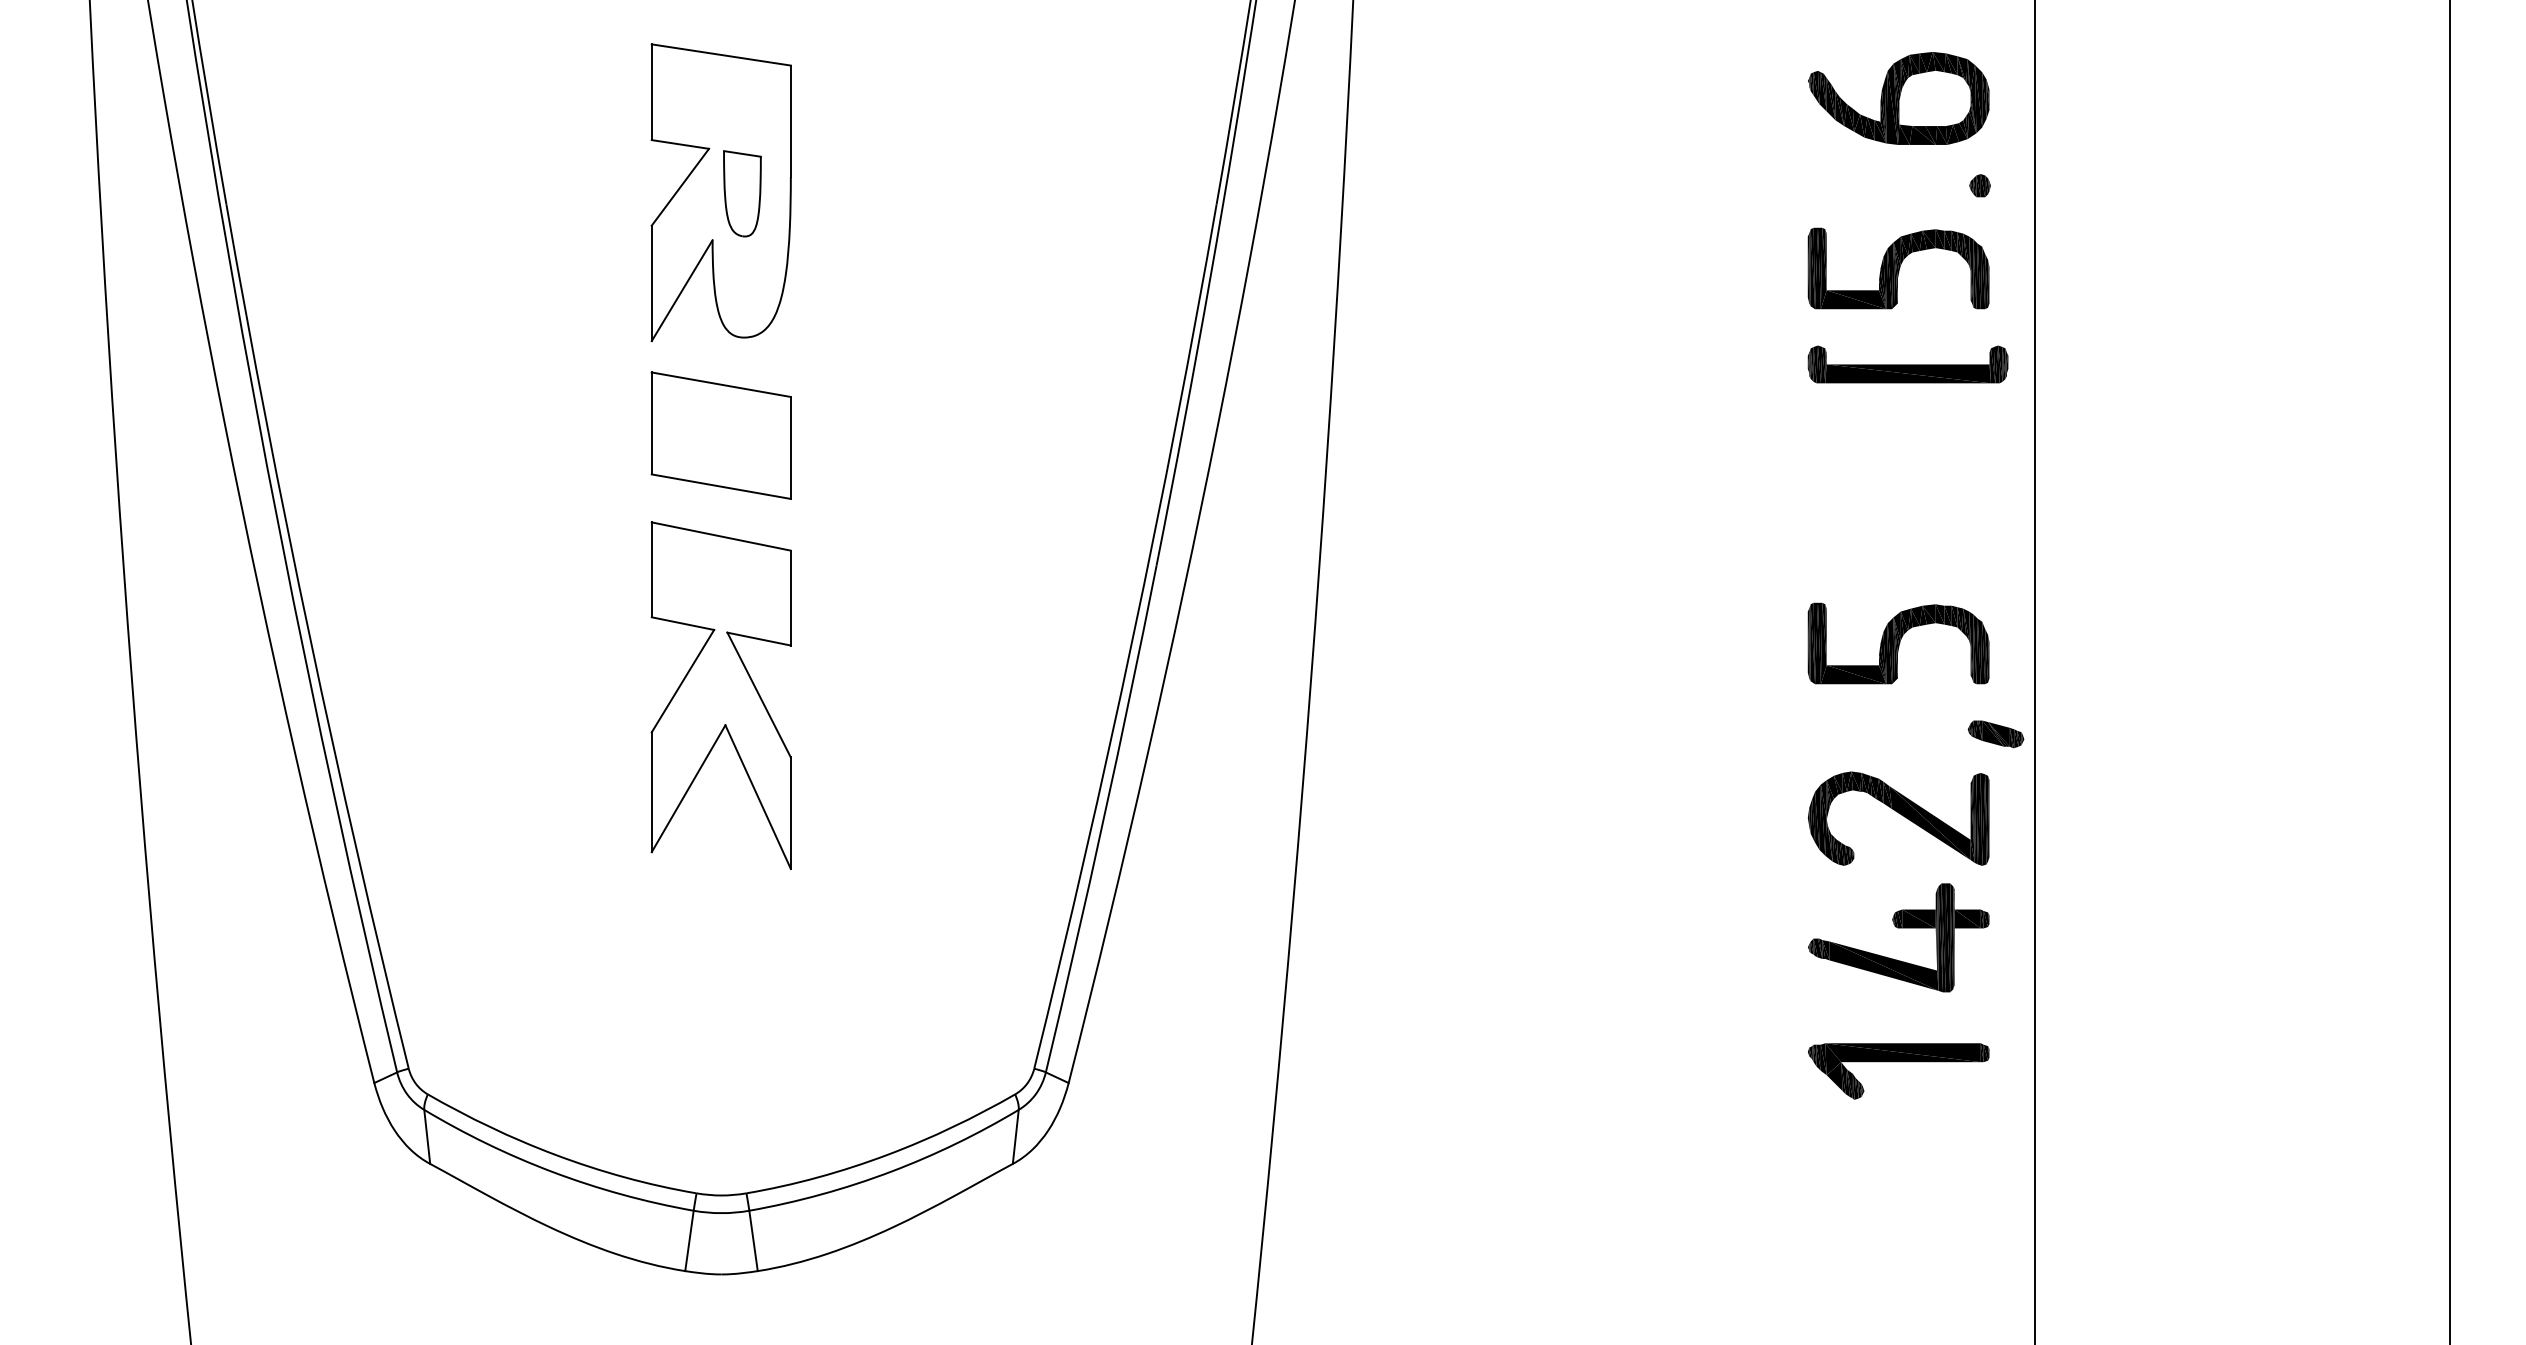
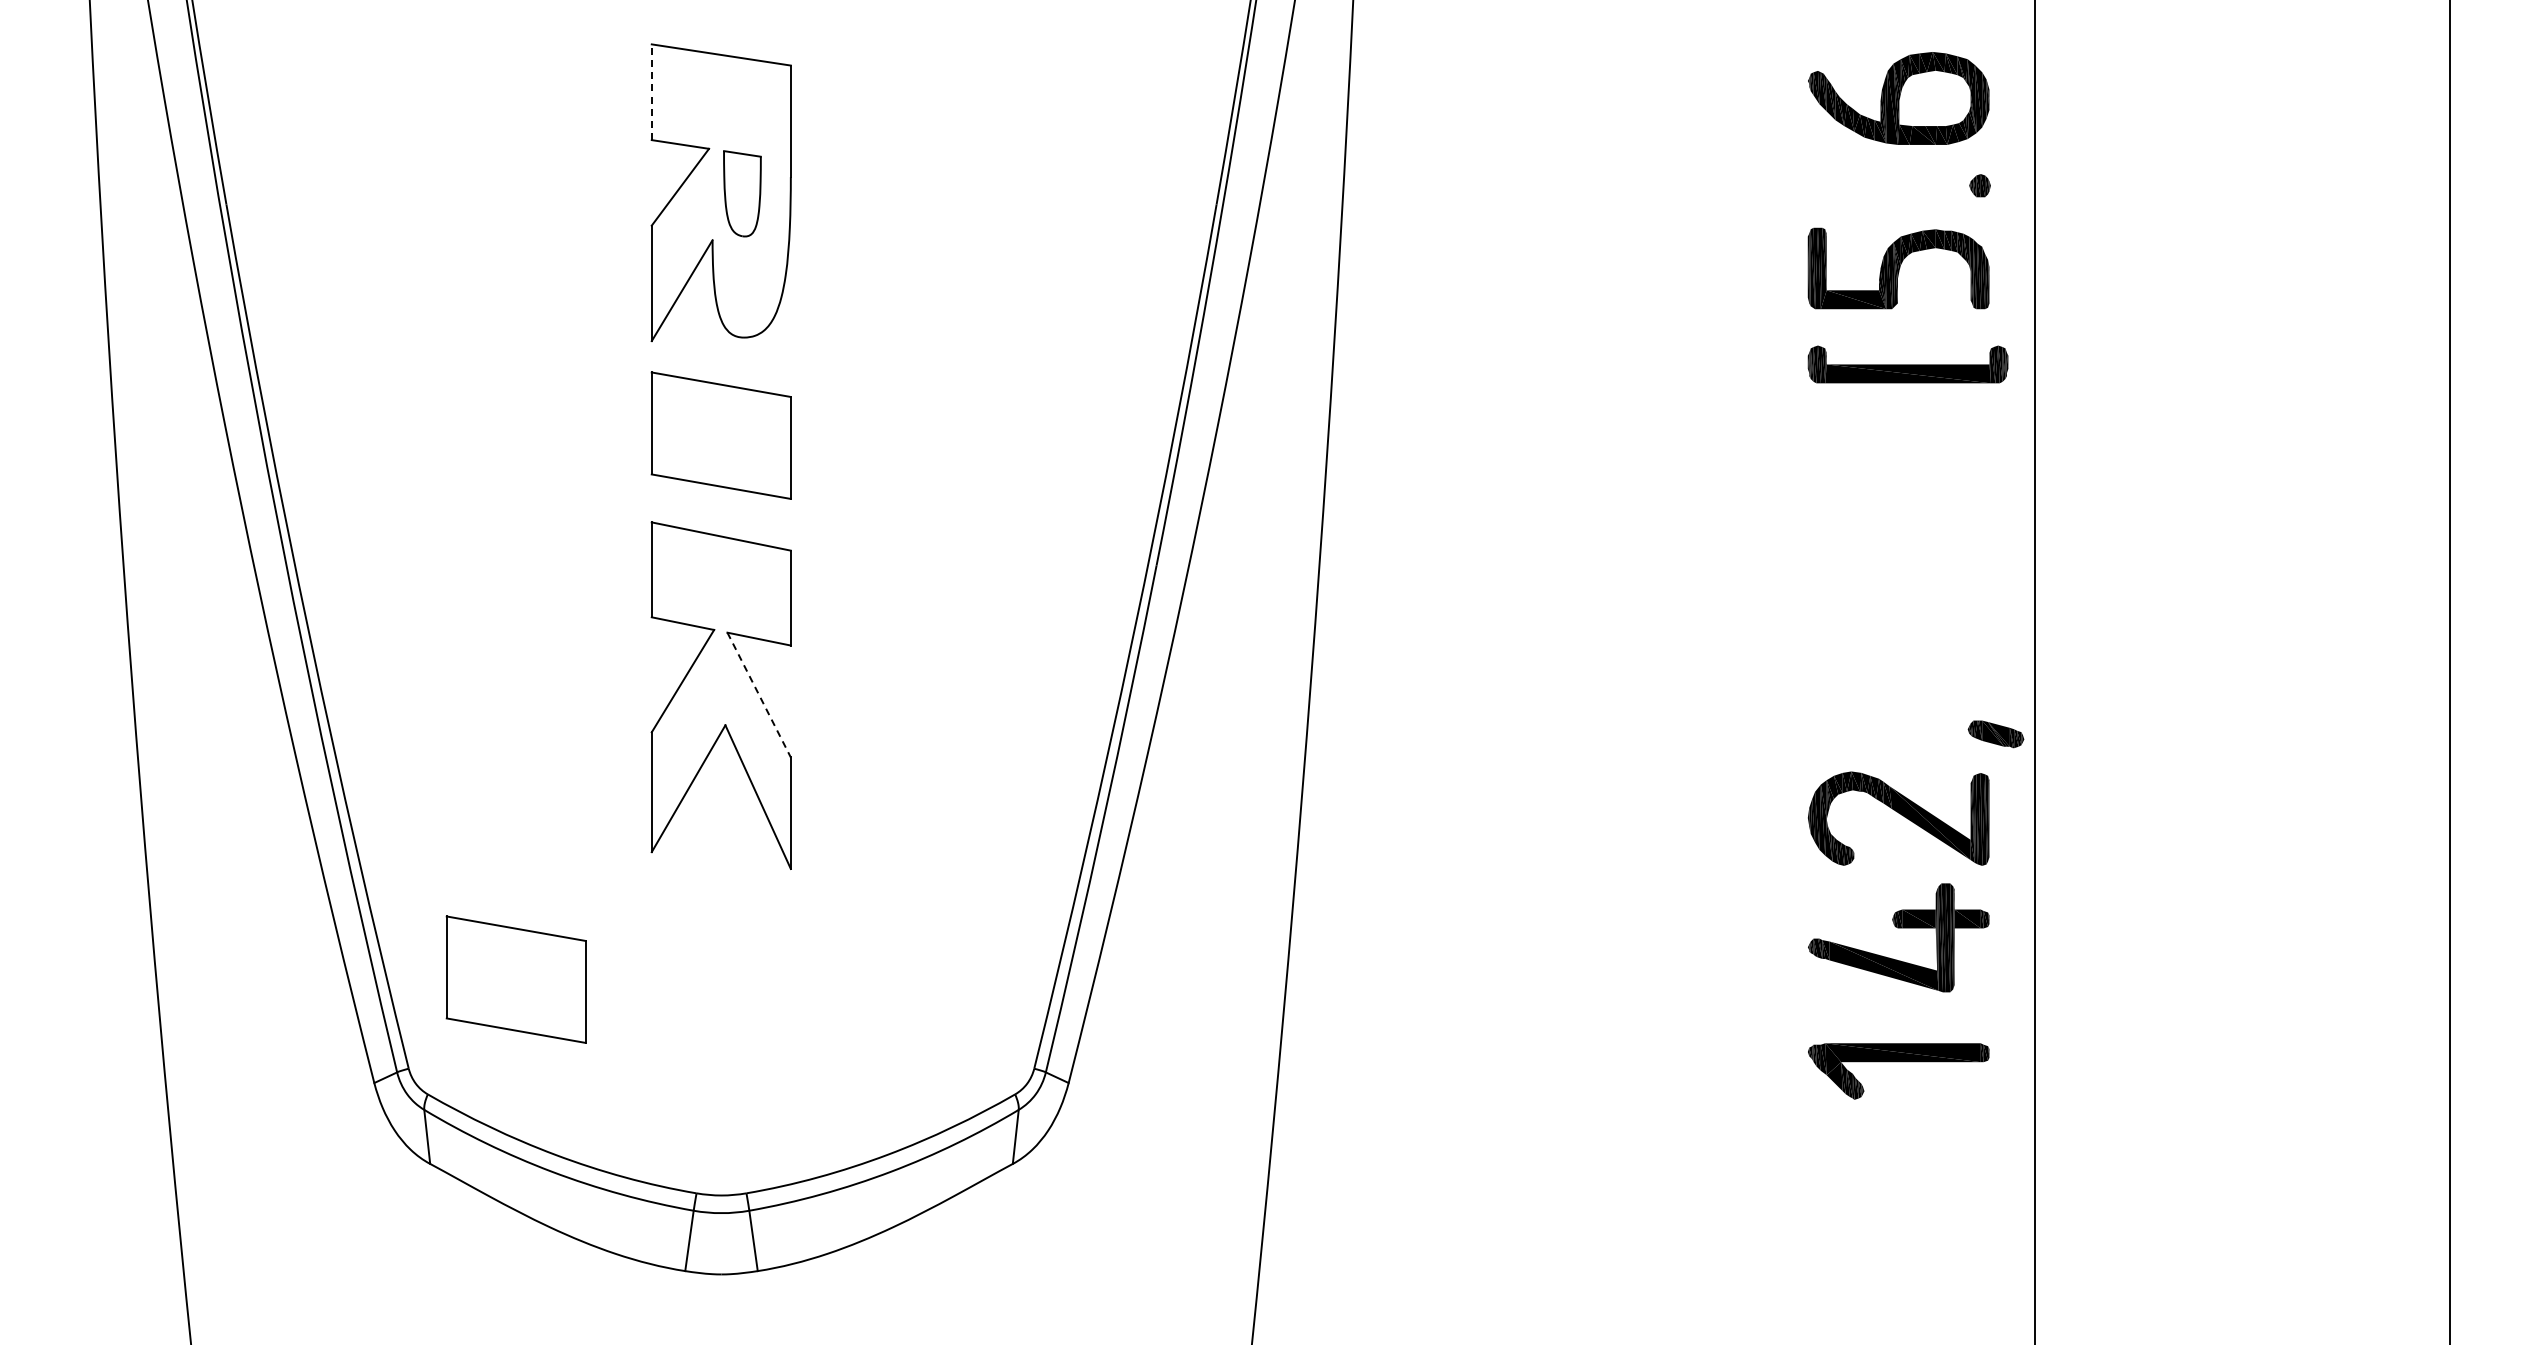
line at (651, 92): solid -> dashed
part at (1898, 643): present -> none
line at (759, 695): solid -> dashed
part at (515, 979): none -> present
